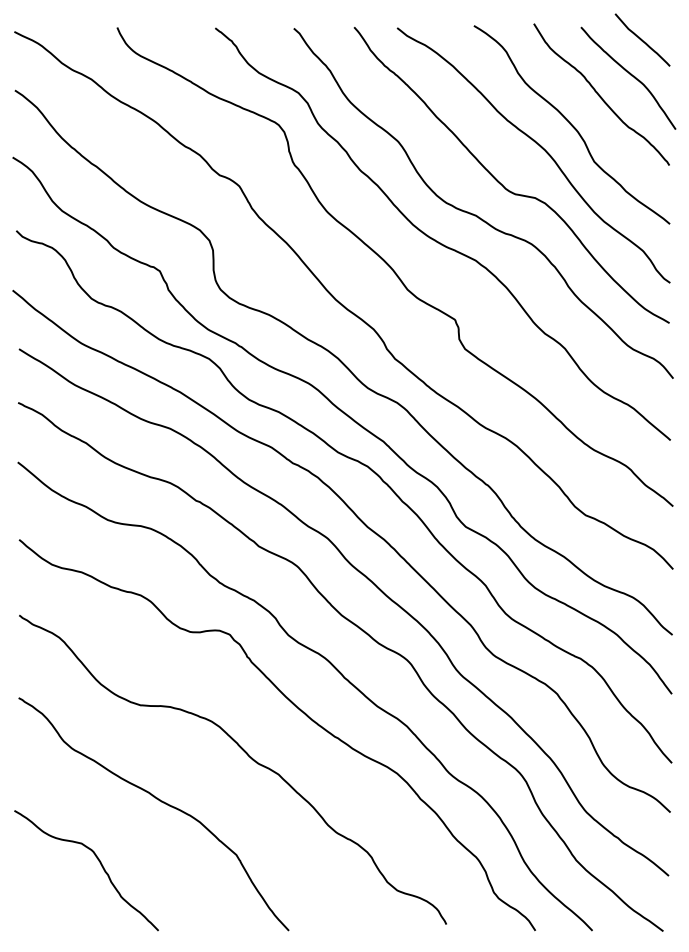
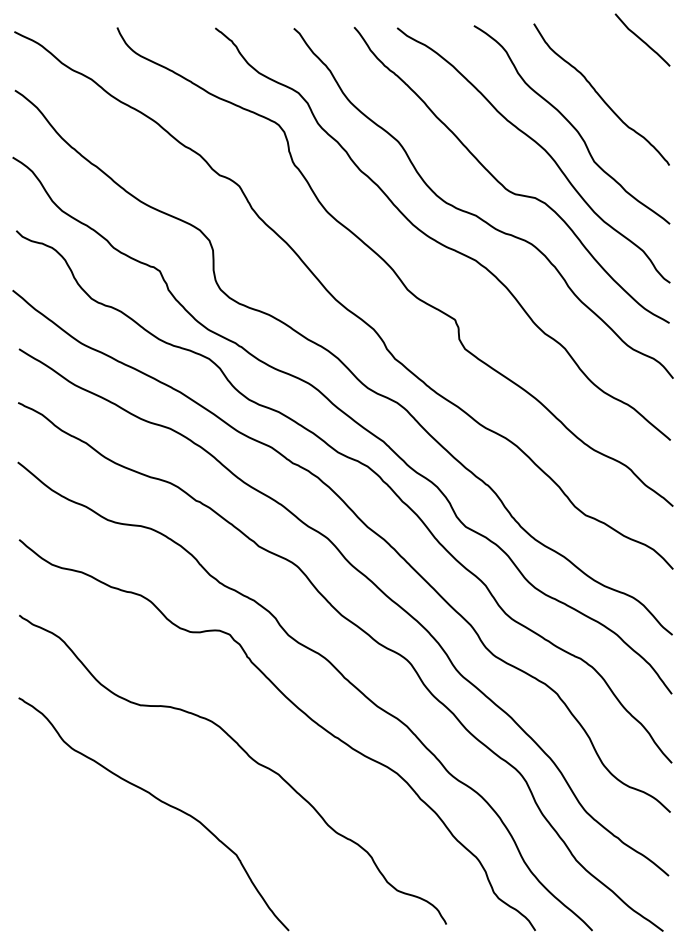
curve at (630, 75): present -> none
curve at (98, 861): present -> none
